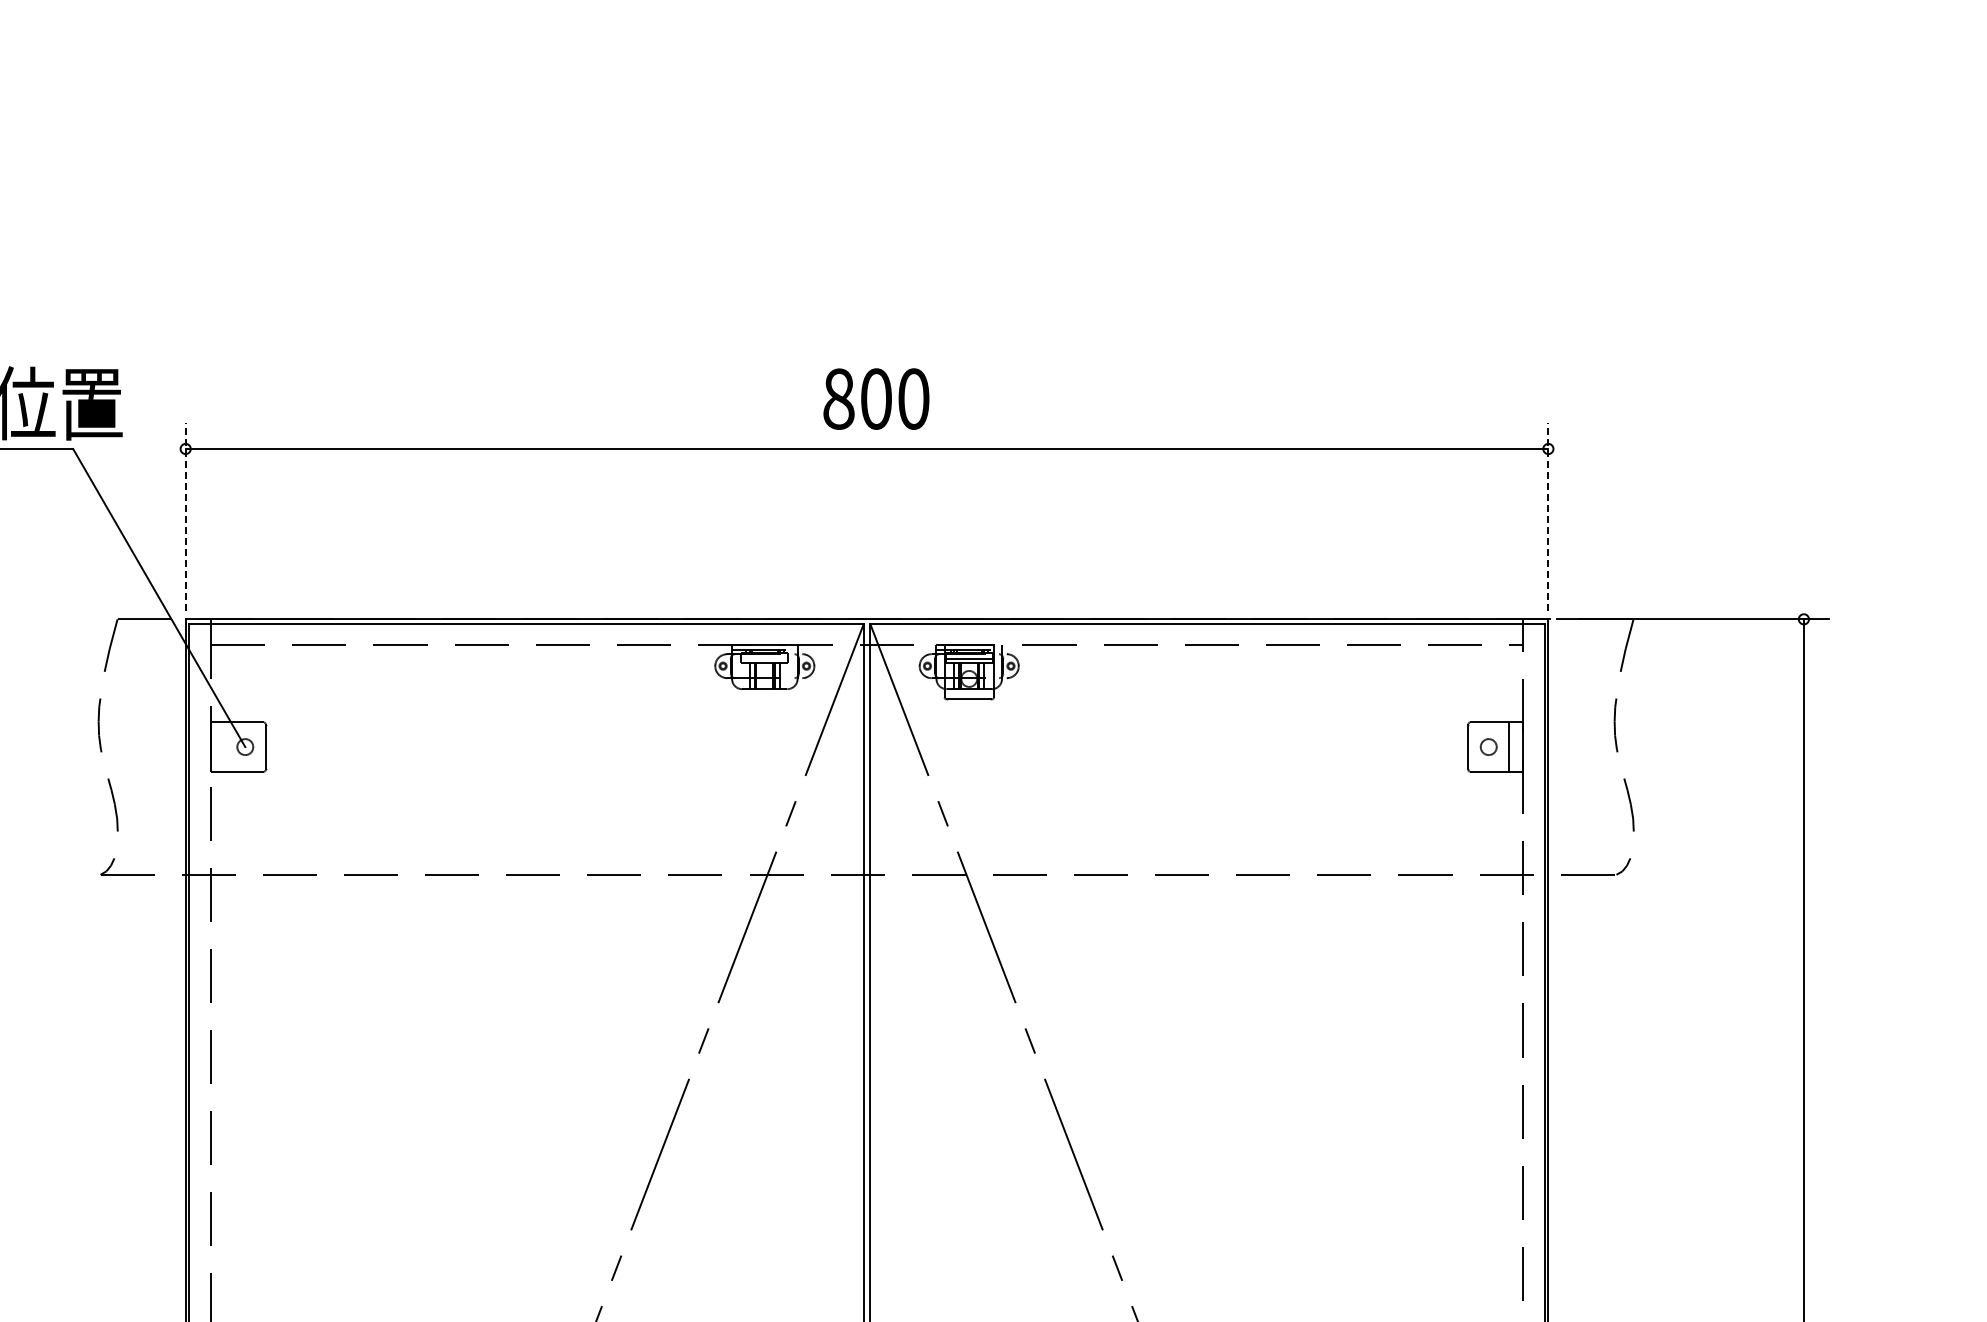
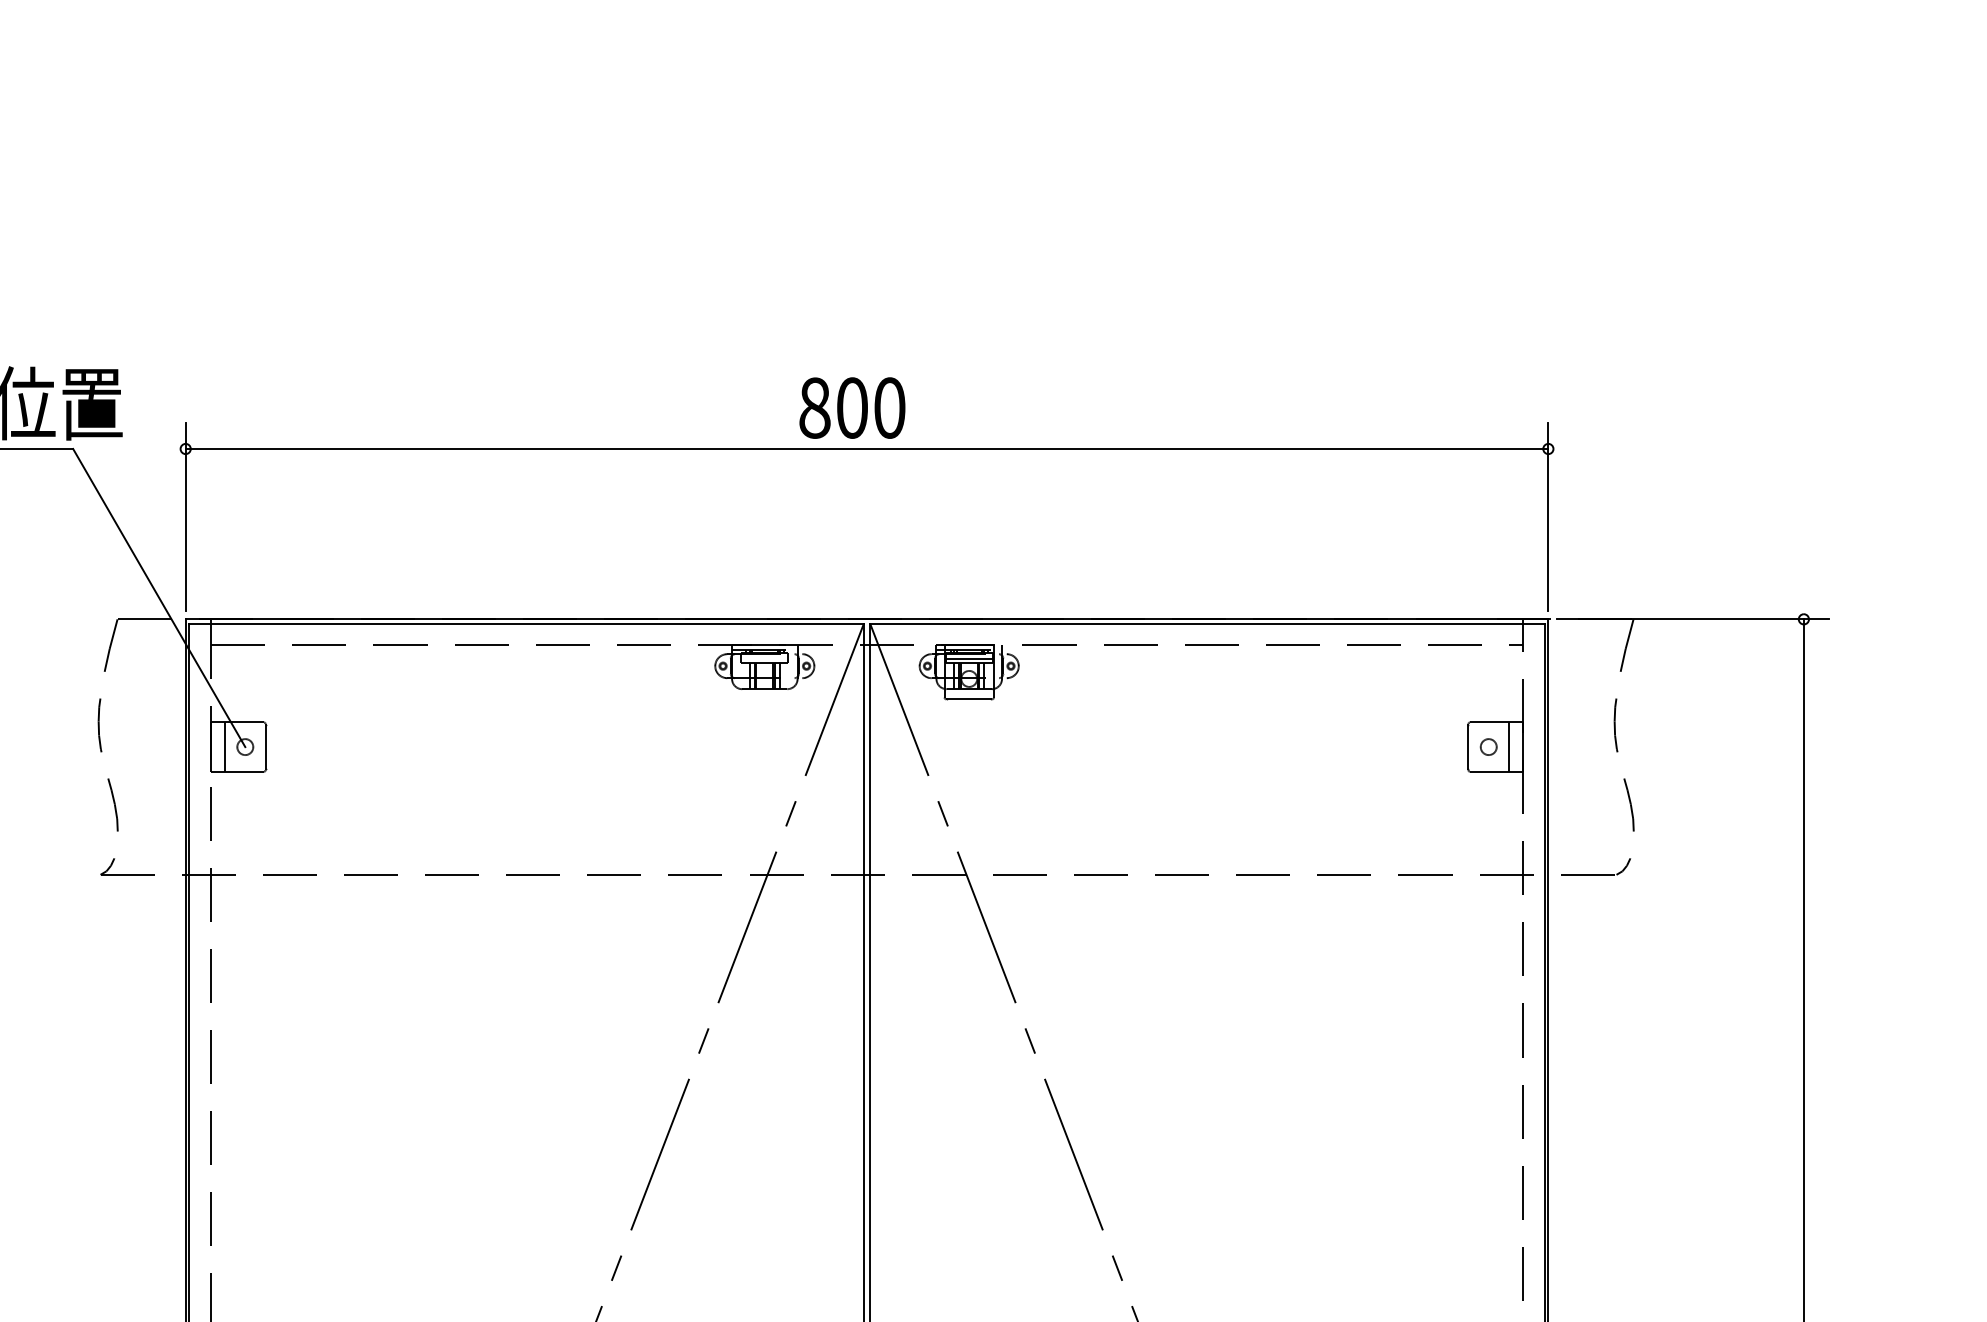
text at (876, 398) position: (876, 398) -> (852, 407)
line at (185, 517): dashed -> solid
line at (1548, 517): dashed -> solid
line at (224, 746): none -> present
